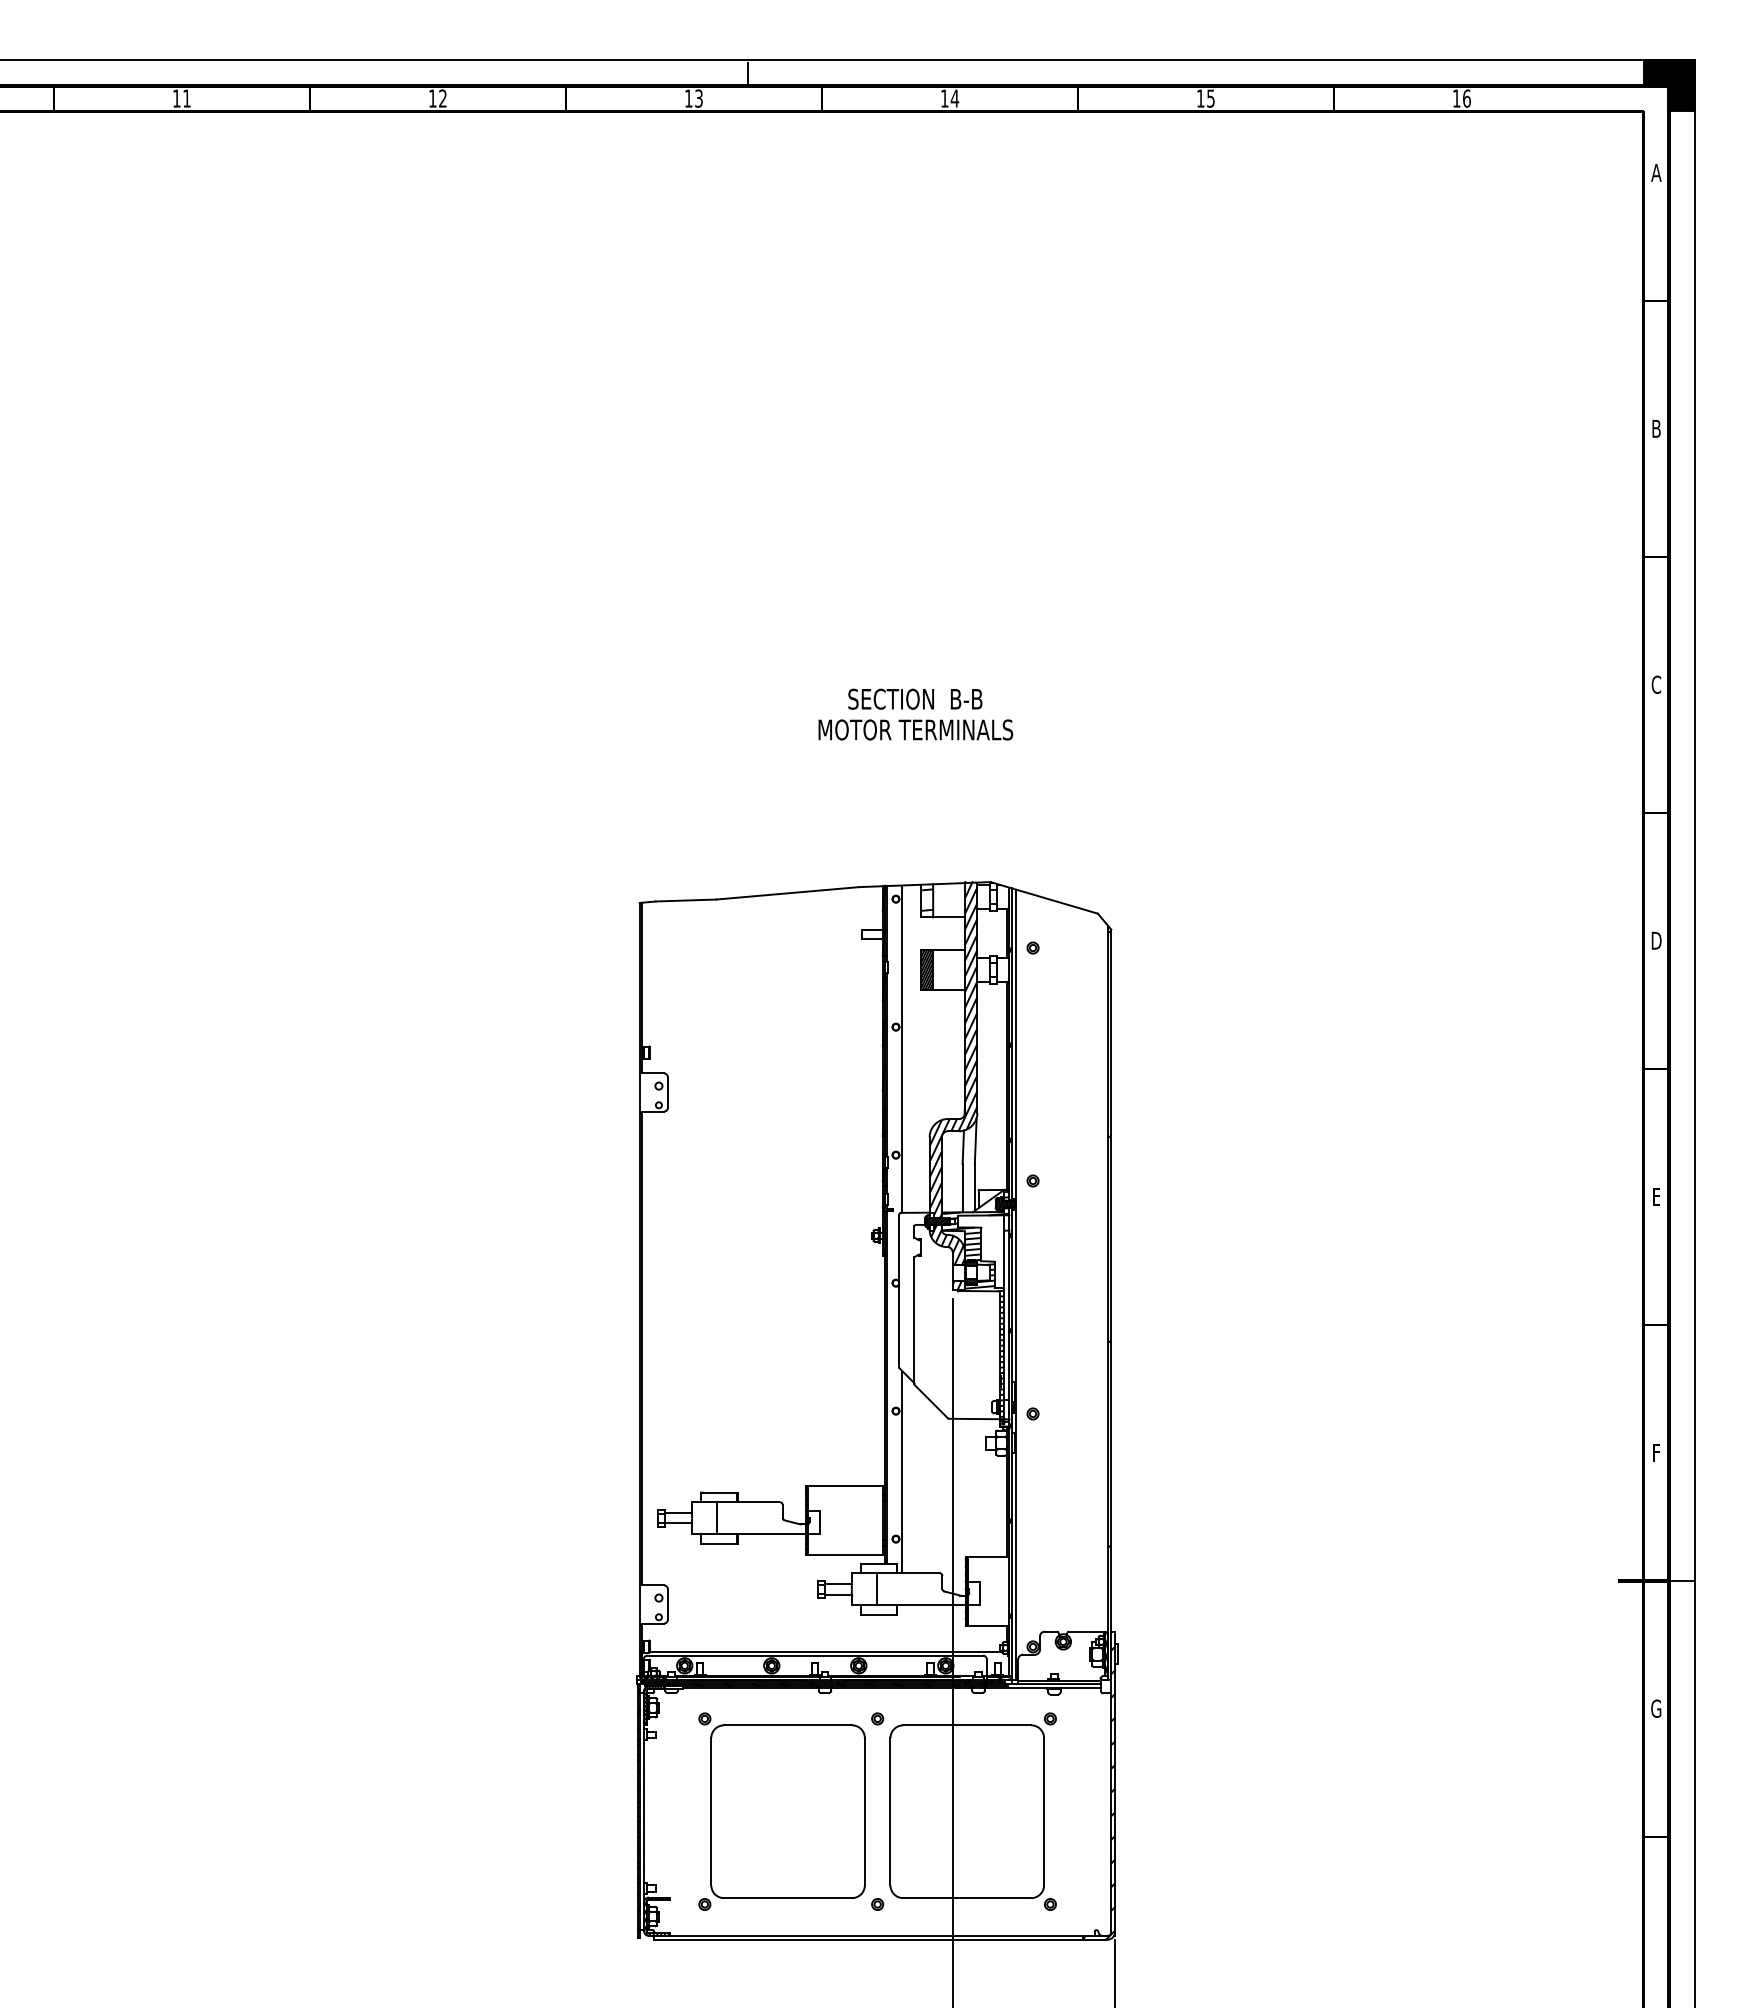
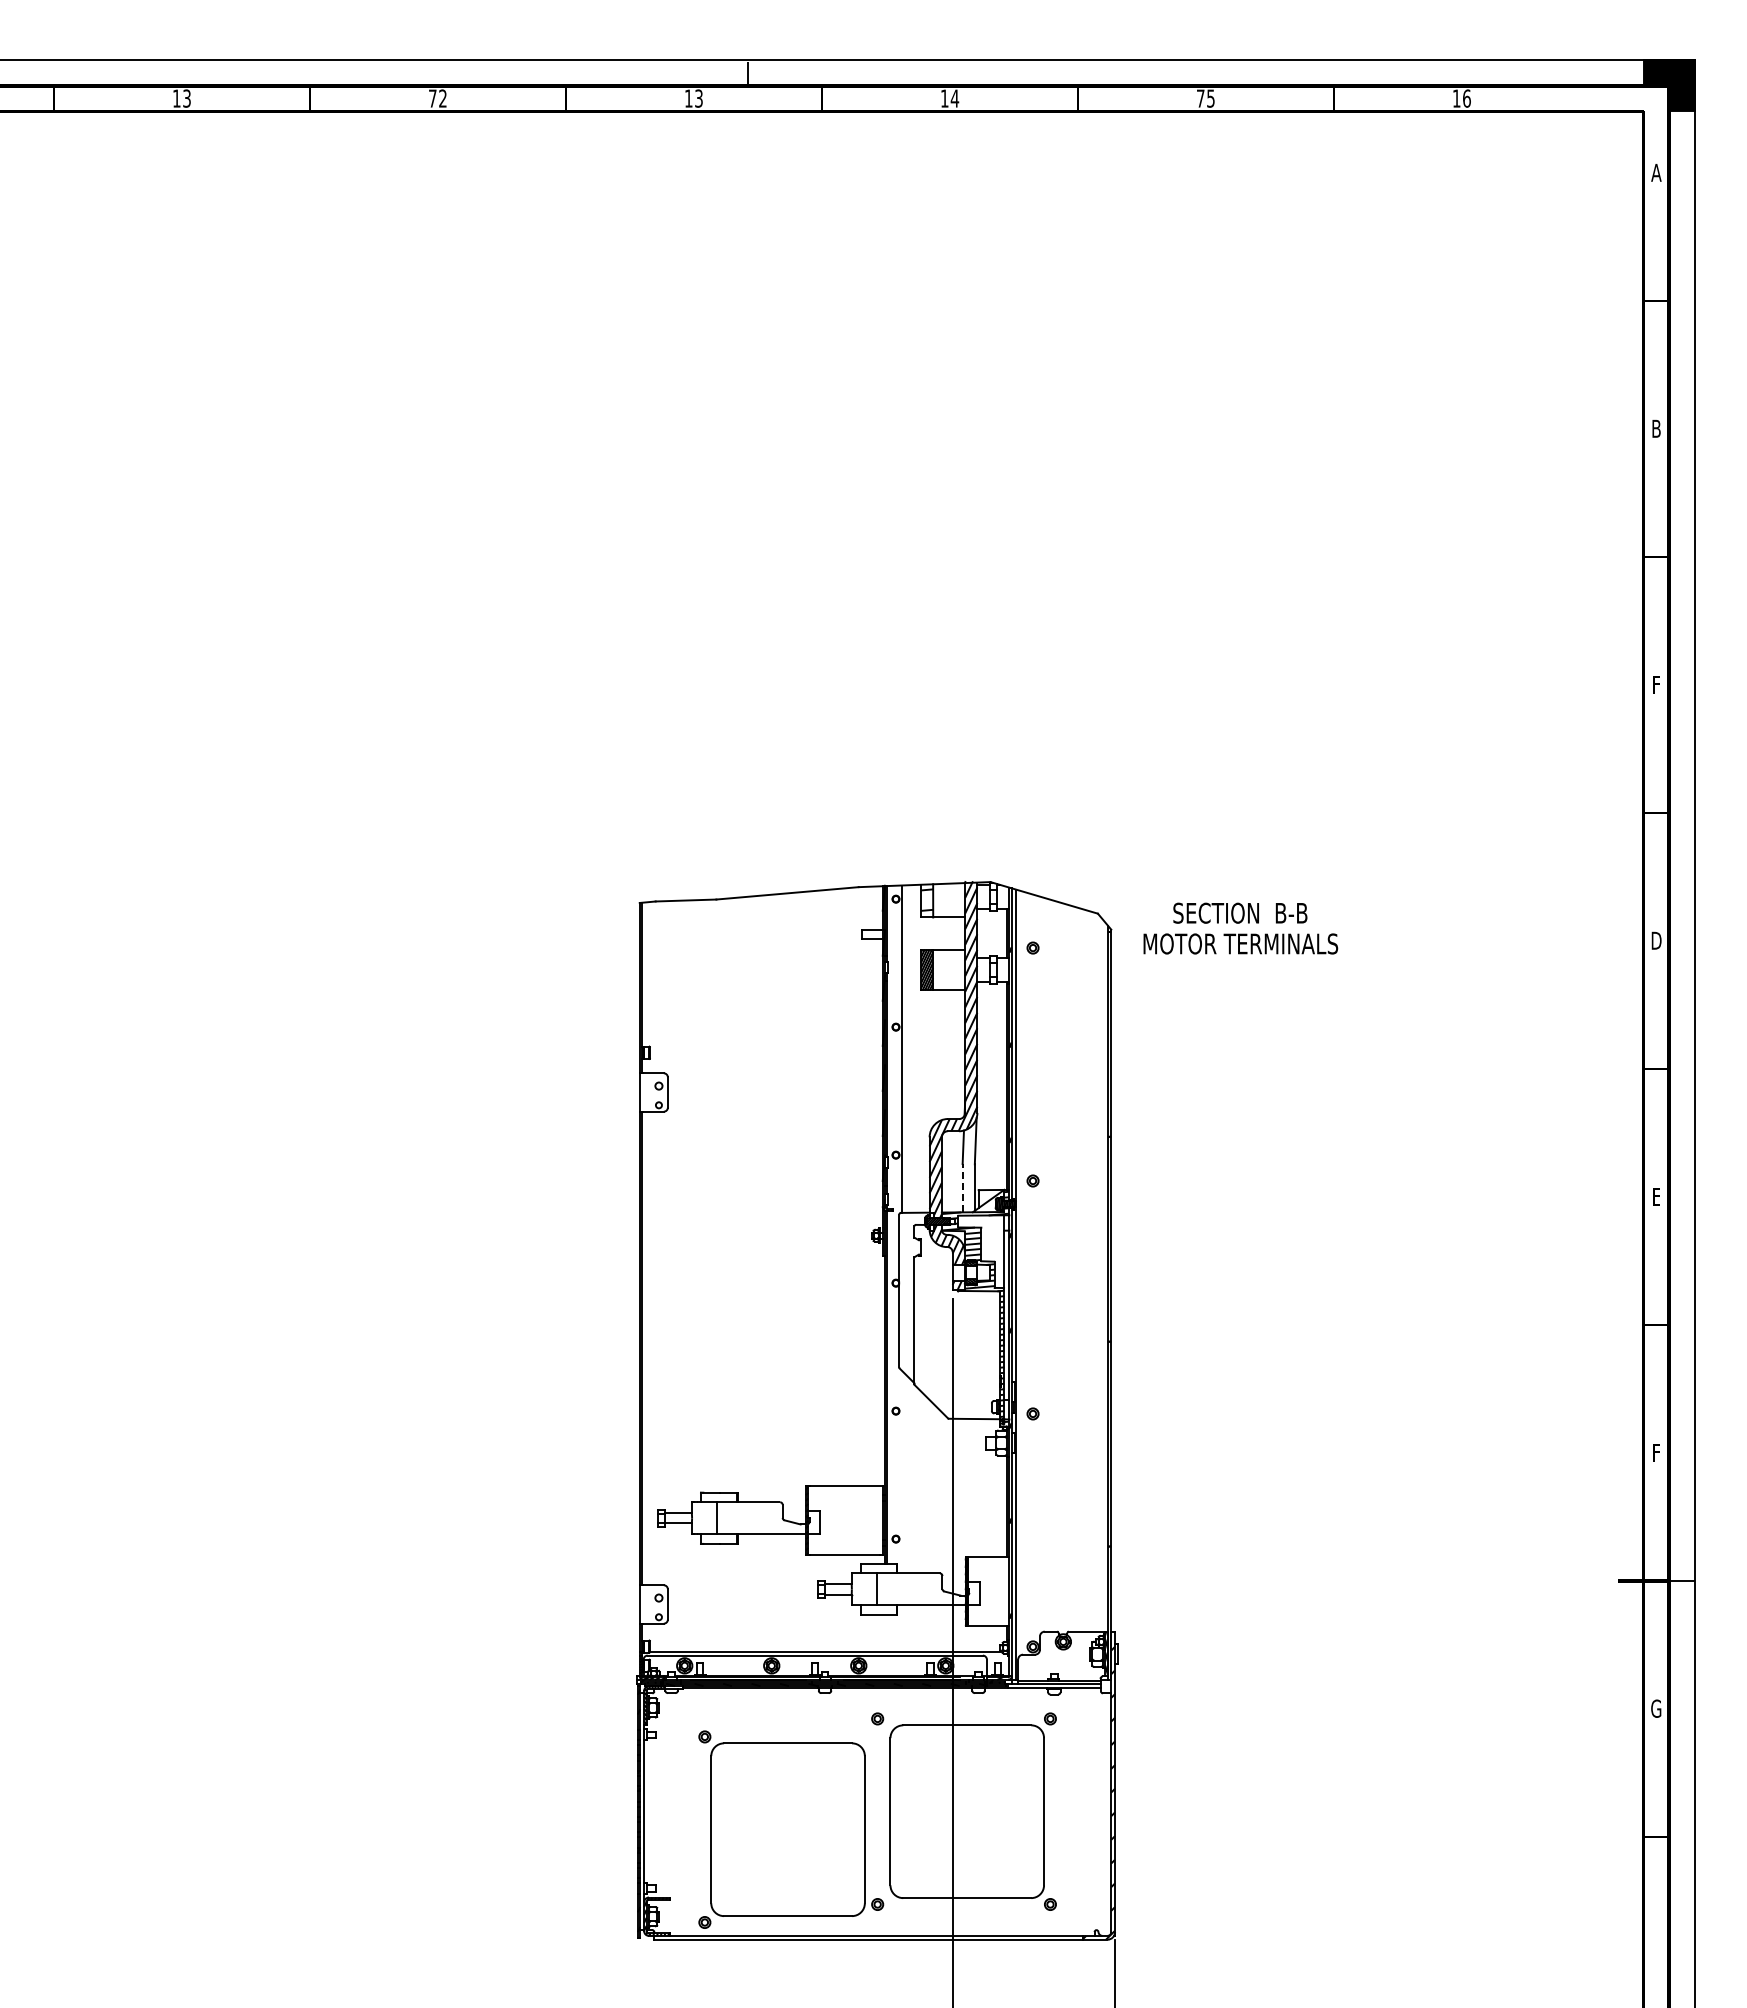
text at (186, 98): 11 -> 13
text at (432, 98): 12 -> 72
text at (1200, 98): 15 -> 75
text at (1656, 684): C -> F
text at (915, 714) position: (915, 714) -> (1240, 928)
line at (962, 1187): solid -> dashed
line at (901, 1471): present -> none
part at (781, 1811) position: (781, 1811) -> (781, 1829)
